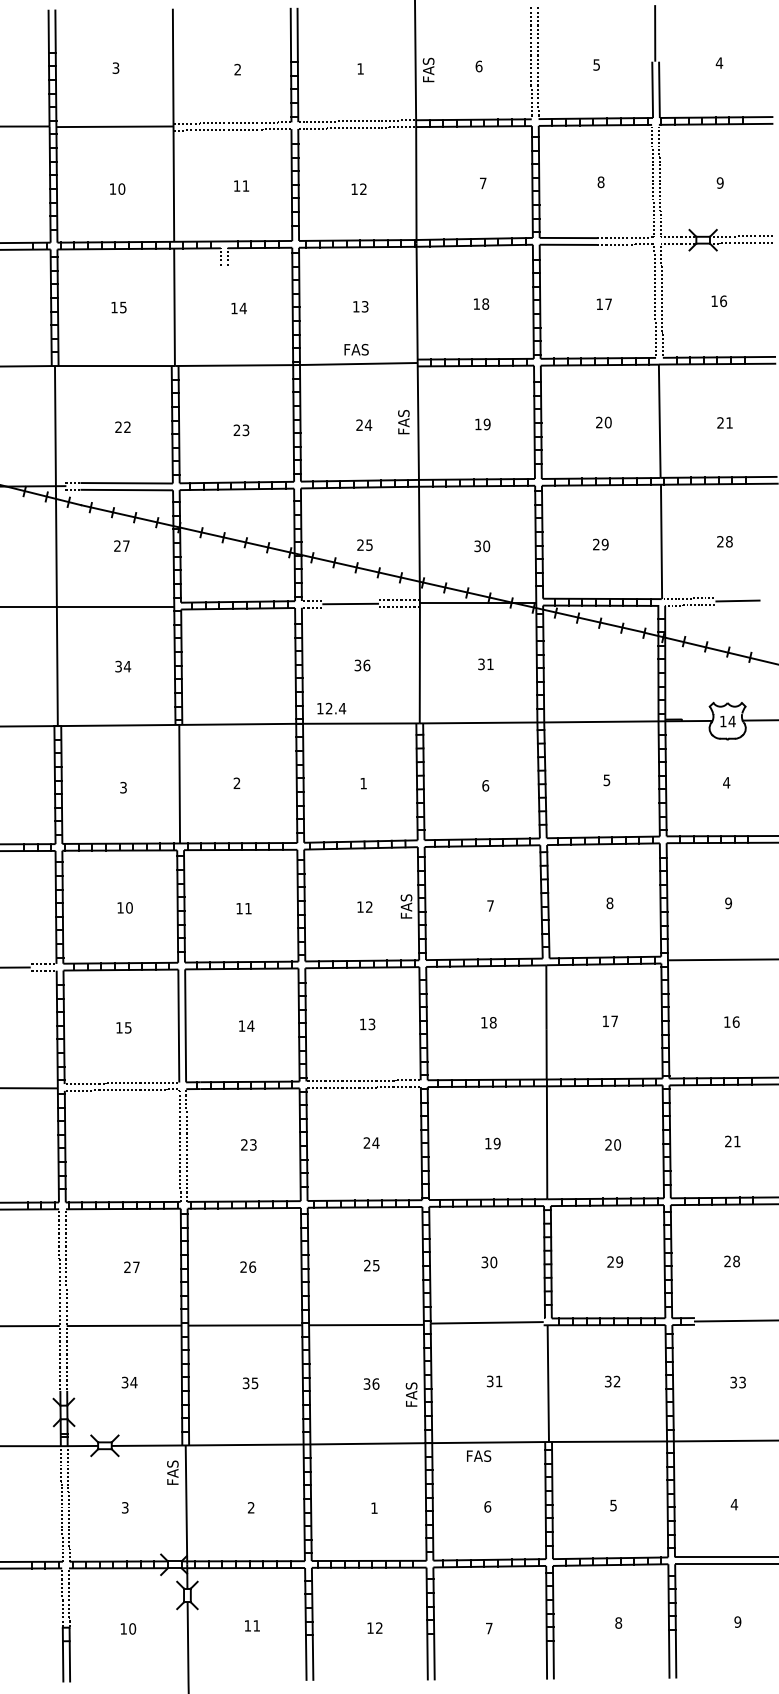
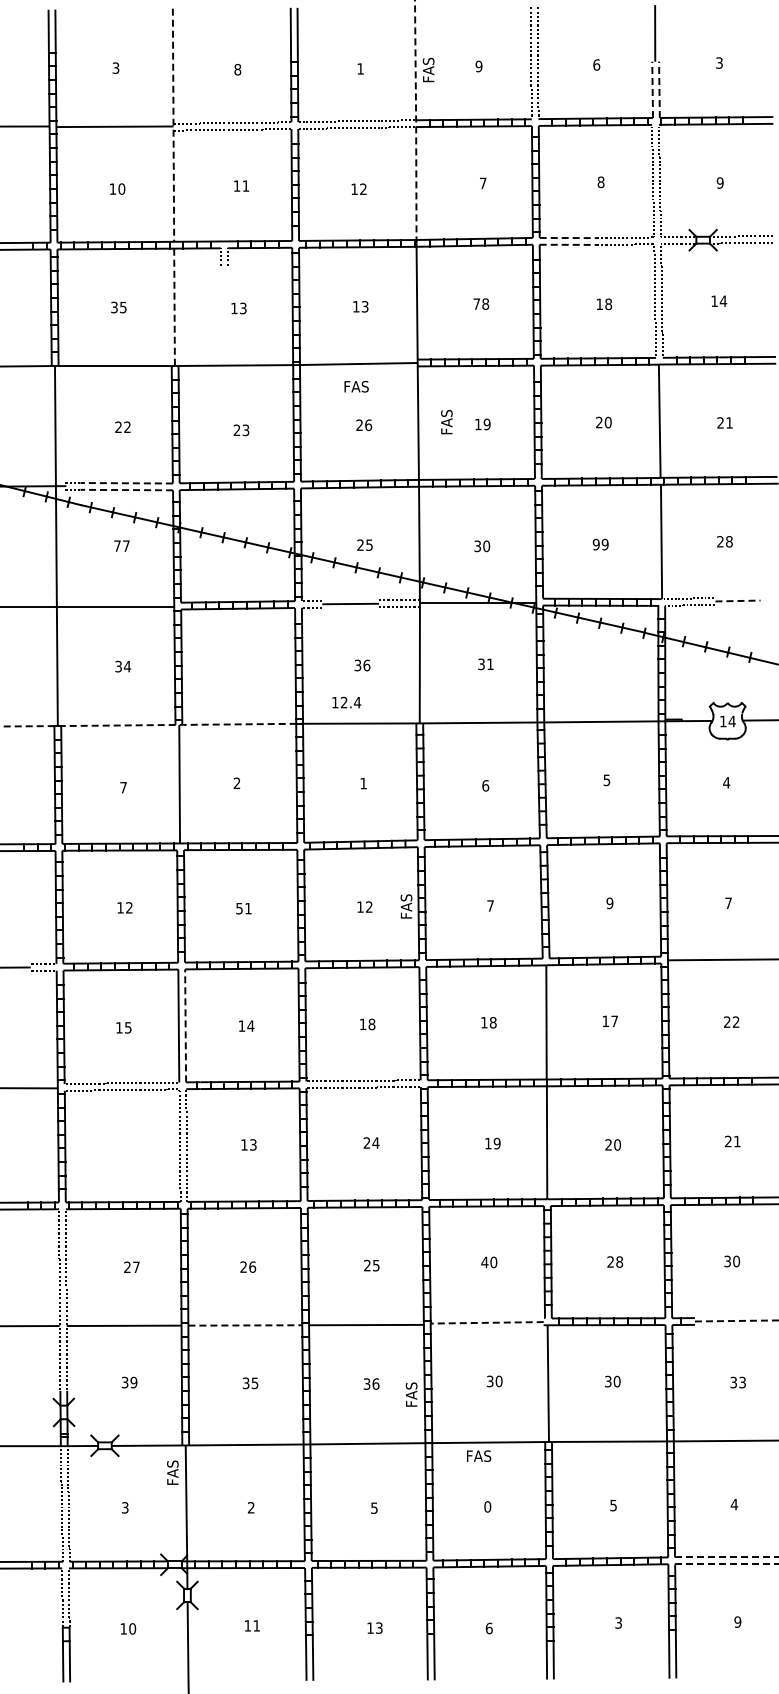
text at (719, 62): 4 -> 3
text at (596, 64): 5 -> 6
text at (478, 66): 6 -> 9
text at (237, 69): 2 -> 8
line at (652, 89): solid -> dashed
line at (659, 89): solid -> dashed
line at (416, 121): solid -> dashed
line at (173, 125): solid -> dashed
line at (568, 238): solid -> dashed
line at (568, 244): solid -> dashed
text at (723, 301): 16 -> 14
text at (476, 303): 18 -> 78
text at (608, 304): 17 -> 18
text at (114, 307): 15 -> 35
line at (174, 307): solid -> dashed
text at (242, 308): 14 -> 13
text at (356, 349) position: (356, 349) -> (356, 386)
text at (403, 422) position: (403, 422) -> (446, 422)
text at (368, 425): 24 -> 26
line at (126, 483): solid -> dashed
line at (126, 490): solid -> dashed
text at (595, 544): 29 -> 99
text at (117, 545): 27 -> 77
line at (737, 601): solid -> dashed
text at (331, 708) position: (331, 708) -> (346, 702)
line at (149, 725): solid -> dashed
text at (123, 787): 3 -> 7
text at (609, 903): 8 -> 9
text at (728, 903): 9 -> 7
text at (129, 907): 10 -> 12
text at (239, 908): 11 -> 51
text at (731, 1021): 16 -> 22
text at (371, 1024): 13 -> 18
line at (185, 1025): solid -> dashed
text at (244, 1144): 23 -> 13
text at (619, 1261): 29 -> 28
text at (732, 1261): 28 -> 30
text at (484, 1262): 30 -> 40
line at (736, 1320): solid -> dashed
line at (487, 1322): solid -> dashed
line at (245, 1325): solid -> dashed
text at (498, 1381): 31 -> 30
text at (616, 1381): 32 -> 30
text at (133, 1382): 34 -> 39
text at (487, 1506): 6 -> 0
text at (374, 1508): 1 -> 5
line at (726, 1557): solid -> dashed
line at (726, 1564): solid -> dashed
text at (618, 1622): 8 -> 3
text at (379, 1628): 12 -> 13
text at (488, 1628): 7 -> 6
